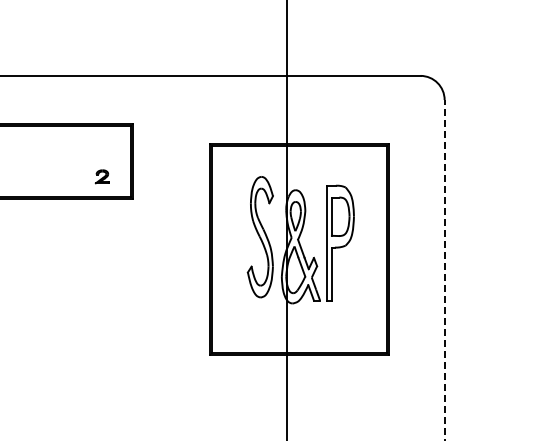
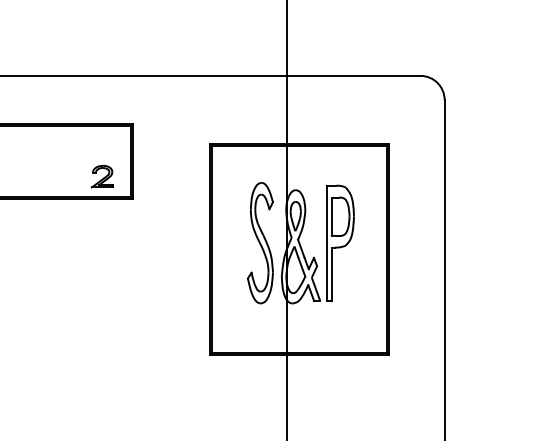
part at (101, 176) size: 16x16 px -> 24x24 px
part at (259, 237) position: (259, 237) -> (259, 243)
line at (444, 269): dashed -> solid
